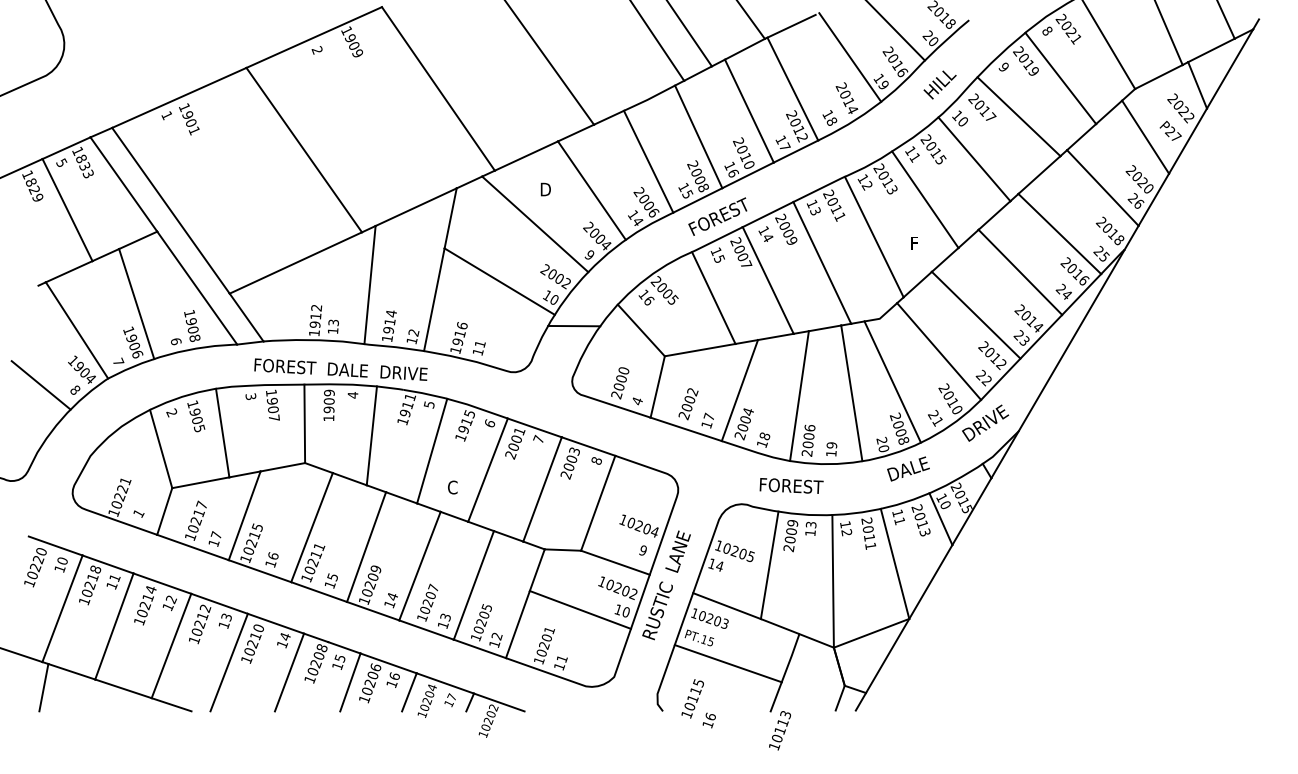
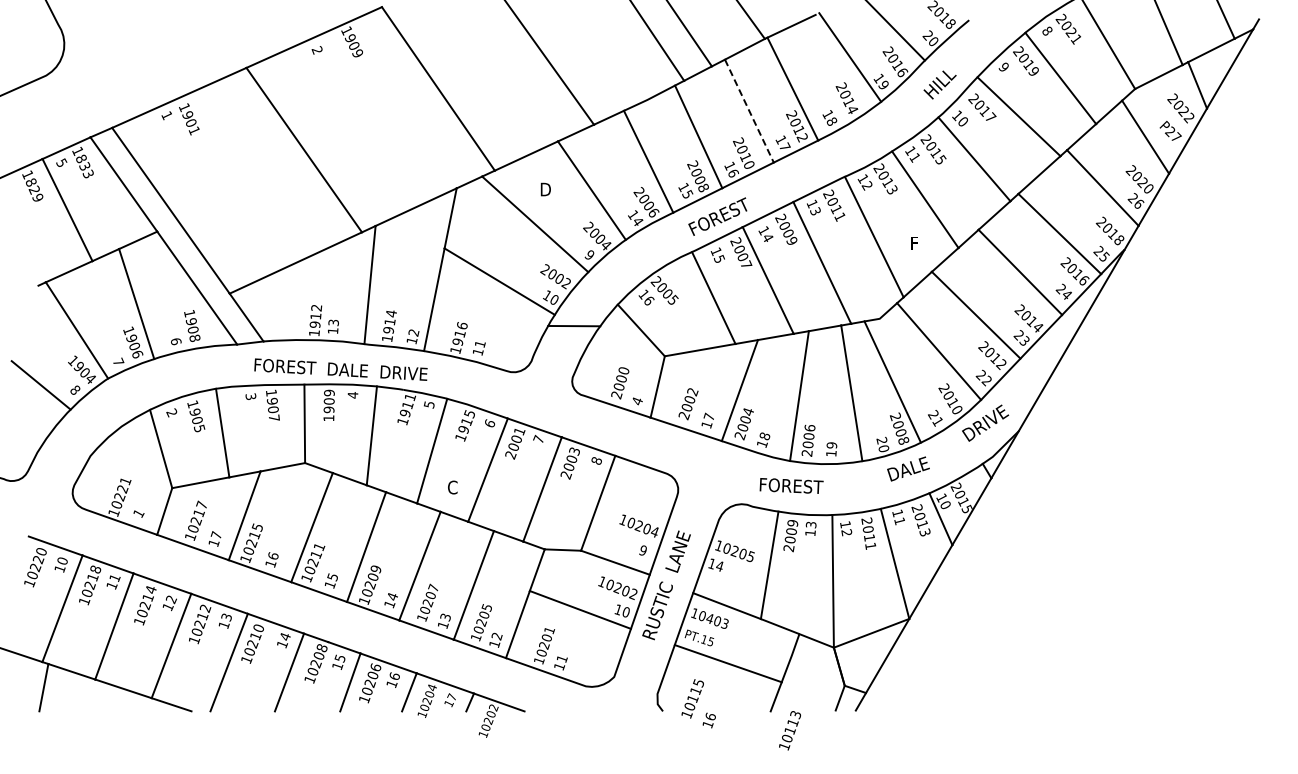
line at (749, 111): solid -> dashed
text at (709, 618): 10203 -> 10403
text at (779, 730) position: (779, 730) -> (789, 730)
